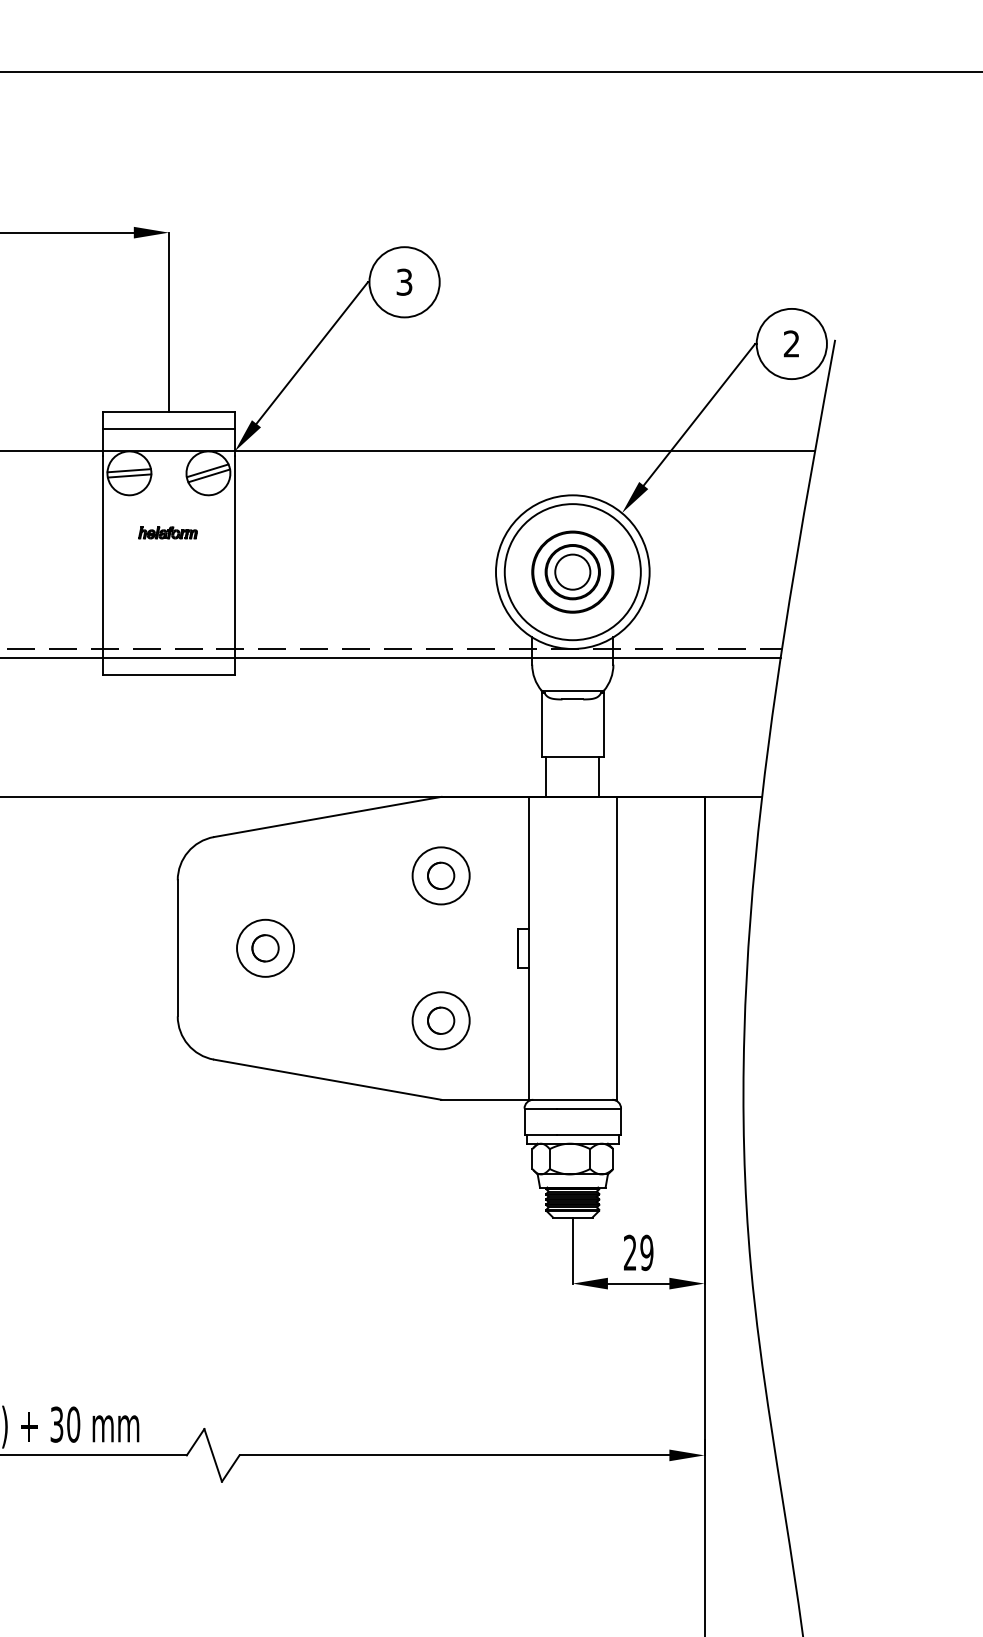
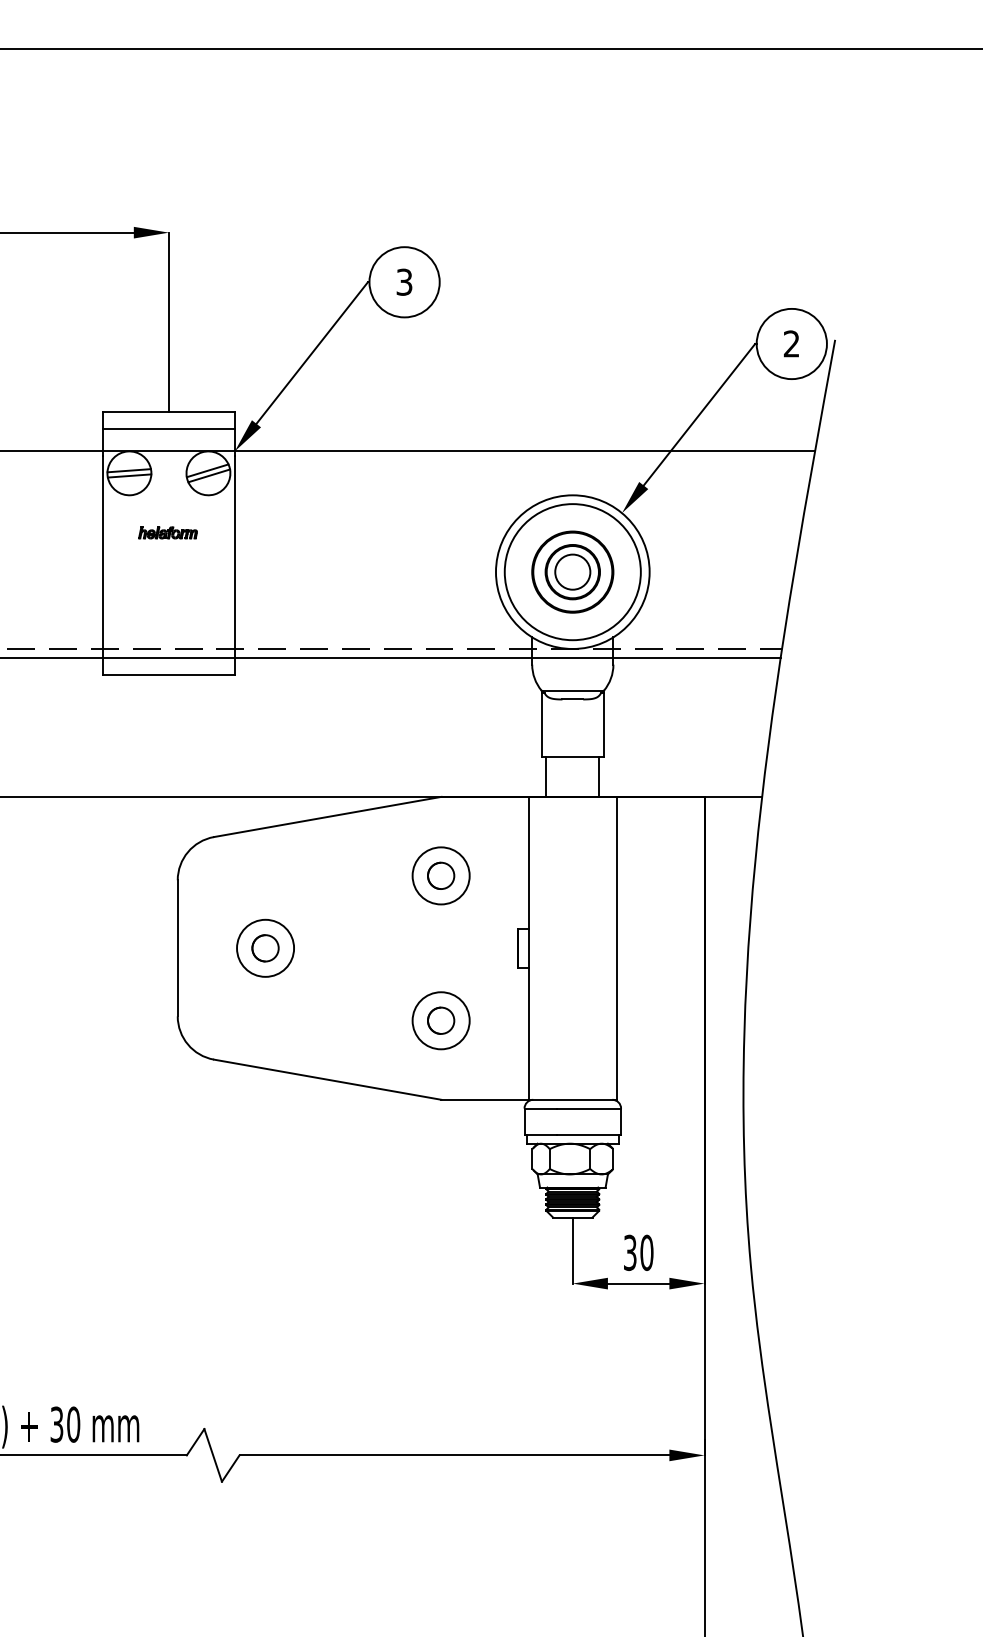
line at (490, 72) position: (490, 72) -> (490, 49)
text at (638, 1253): 29 -> 30
